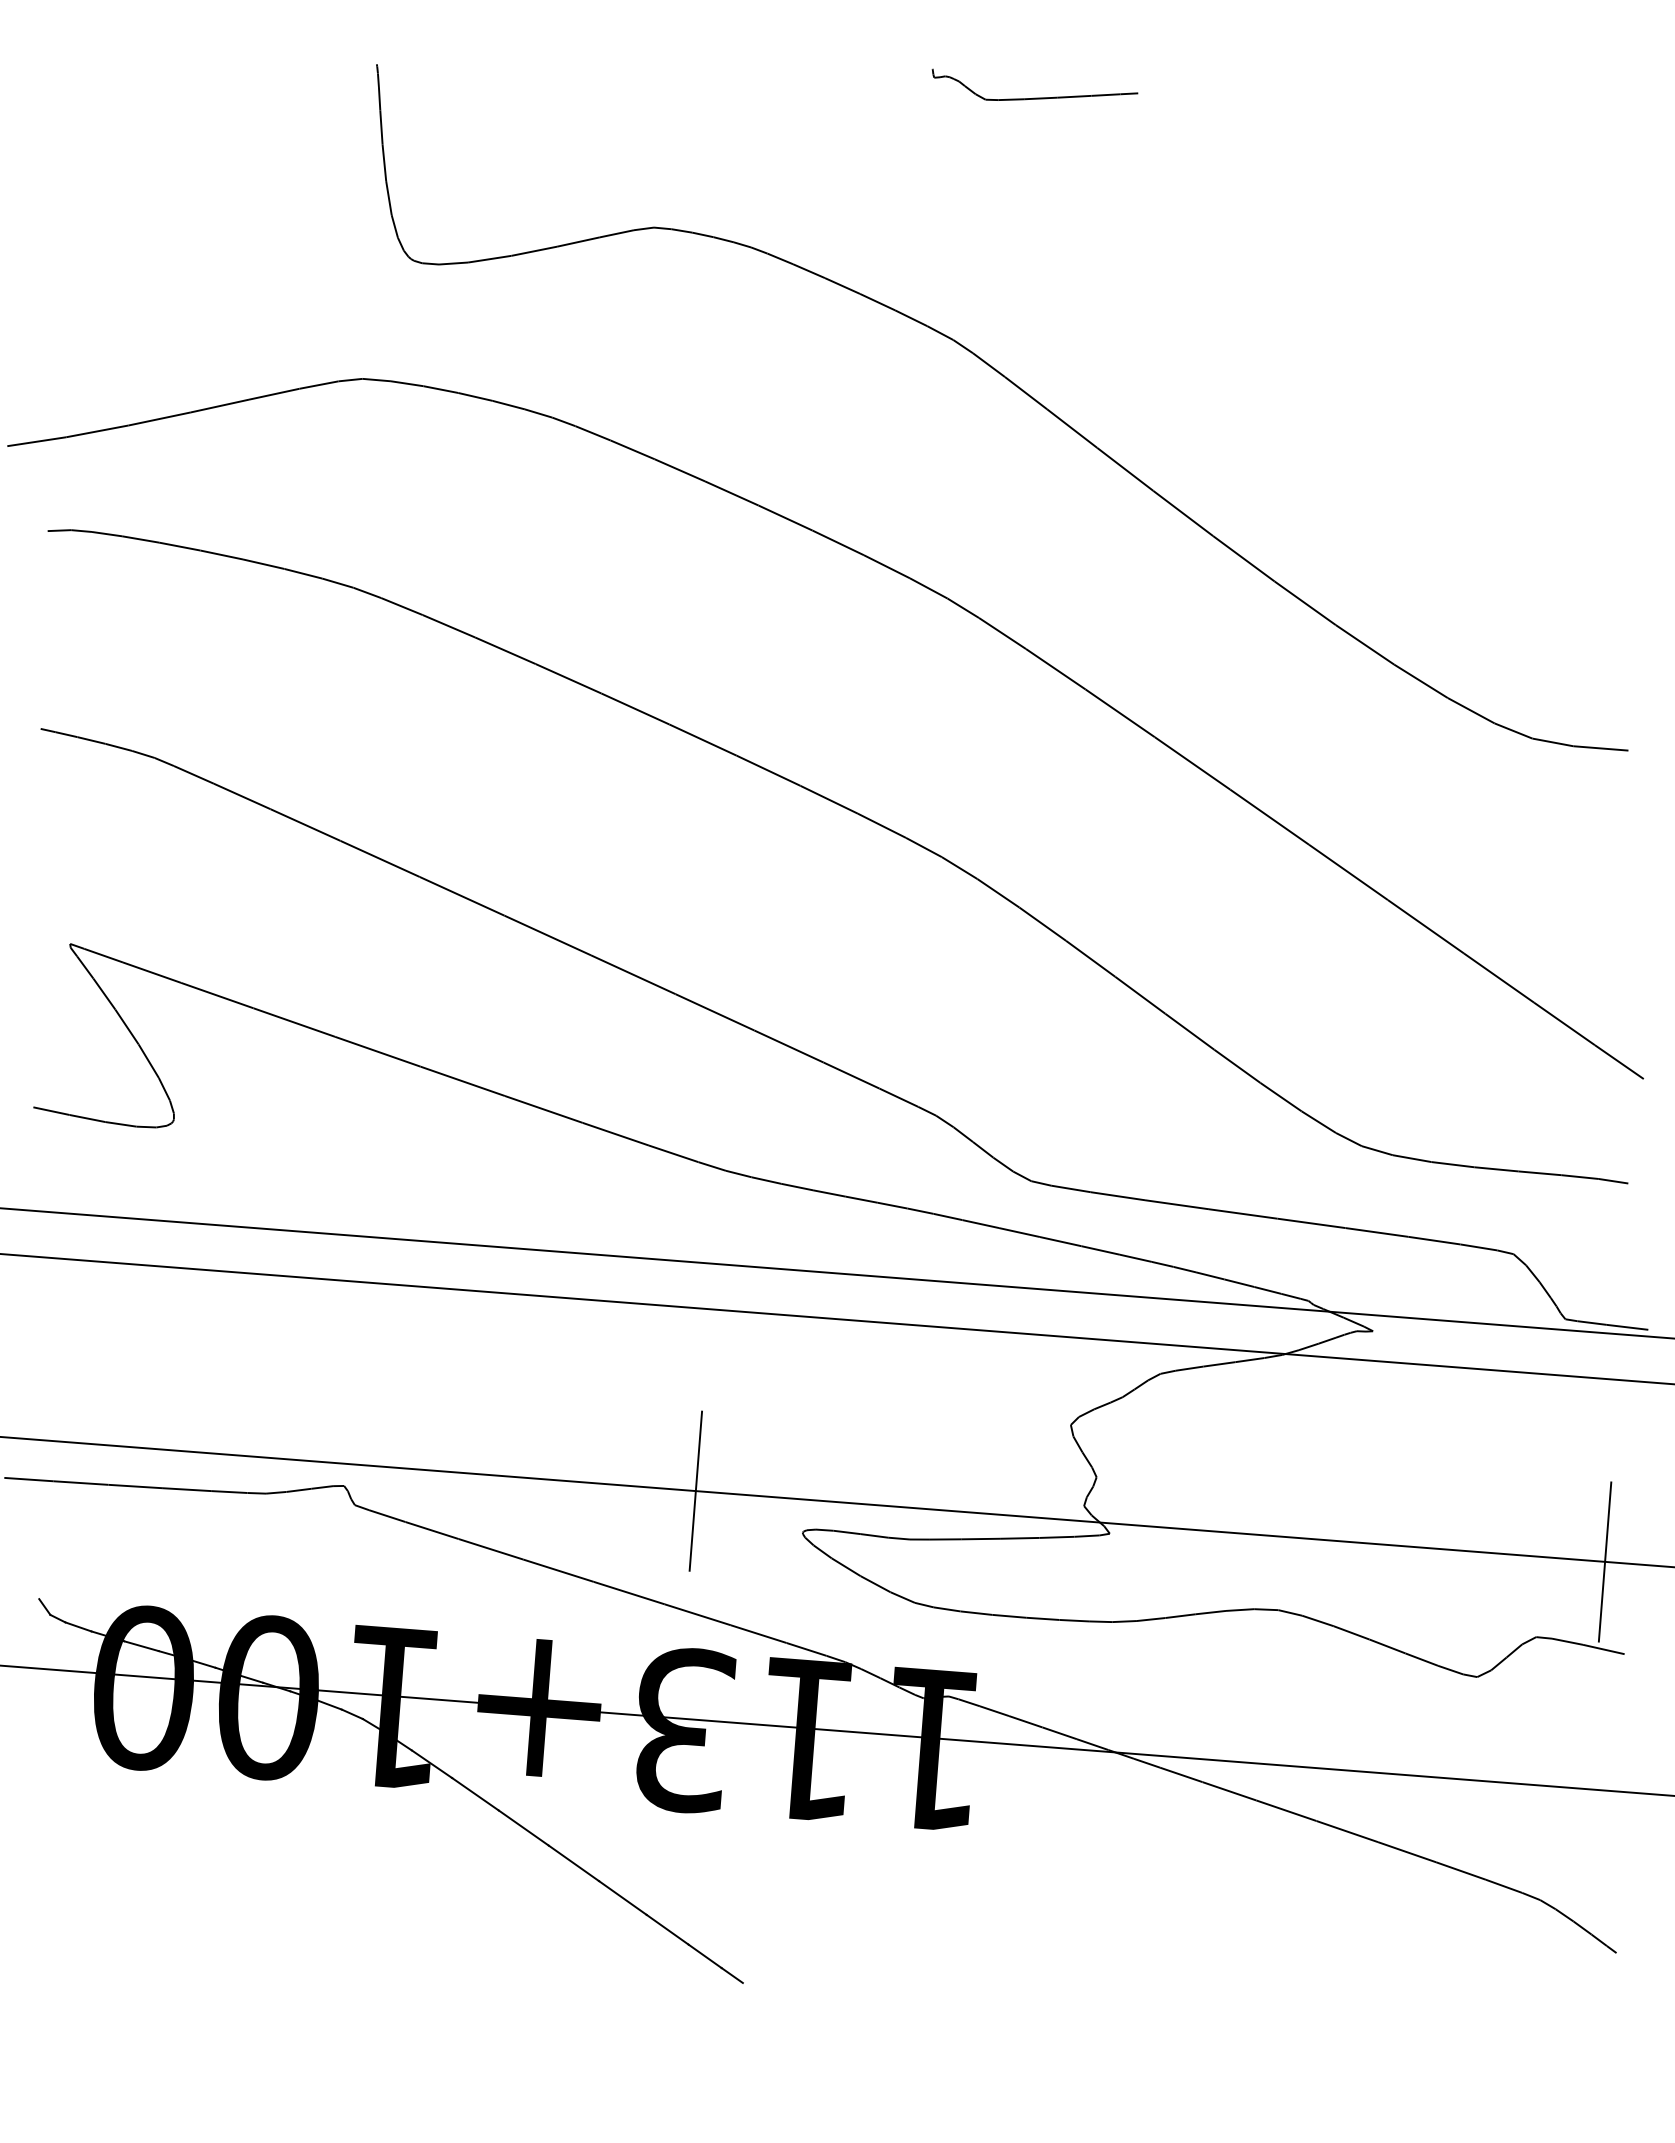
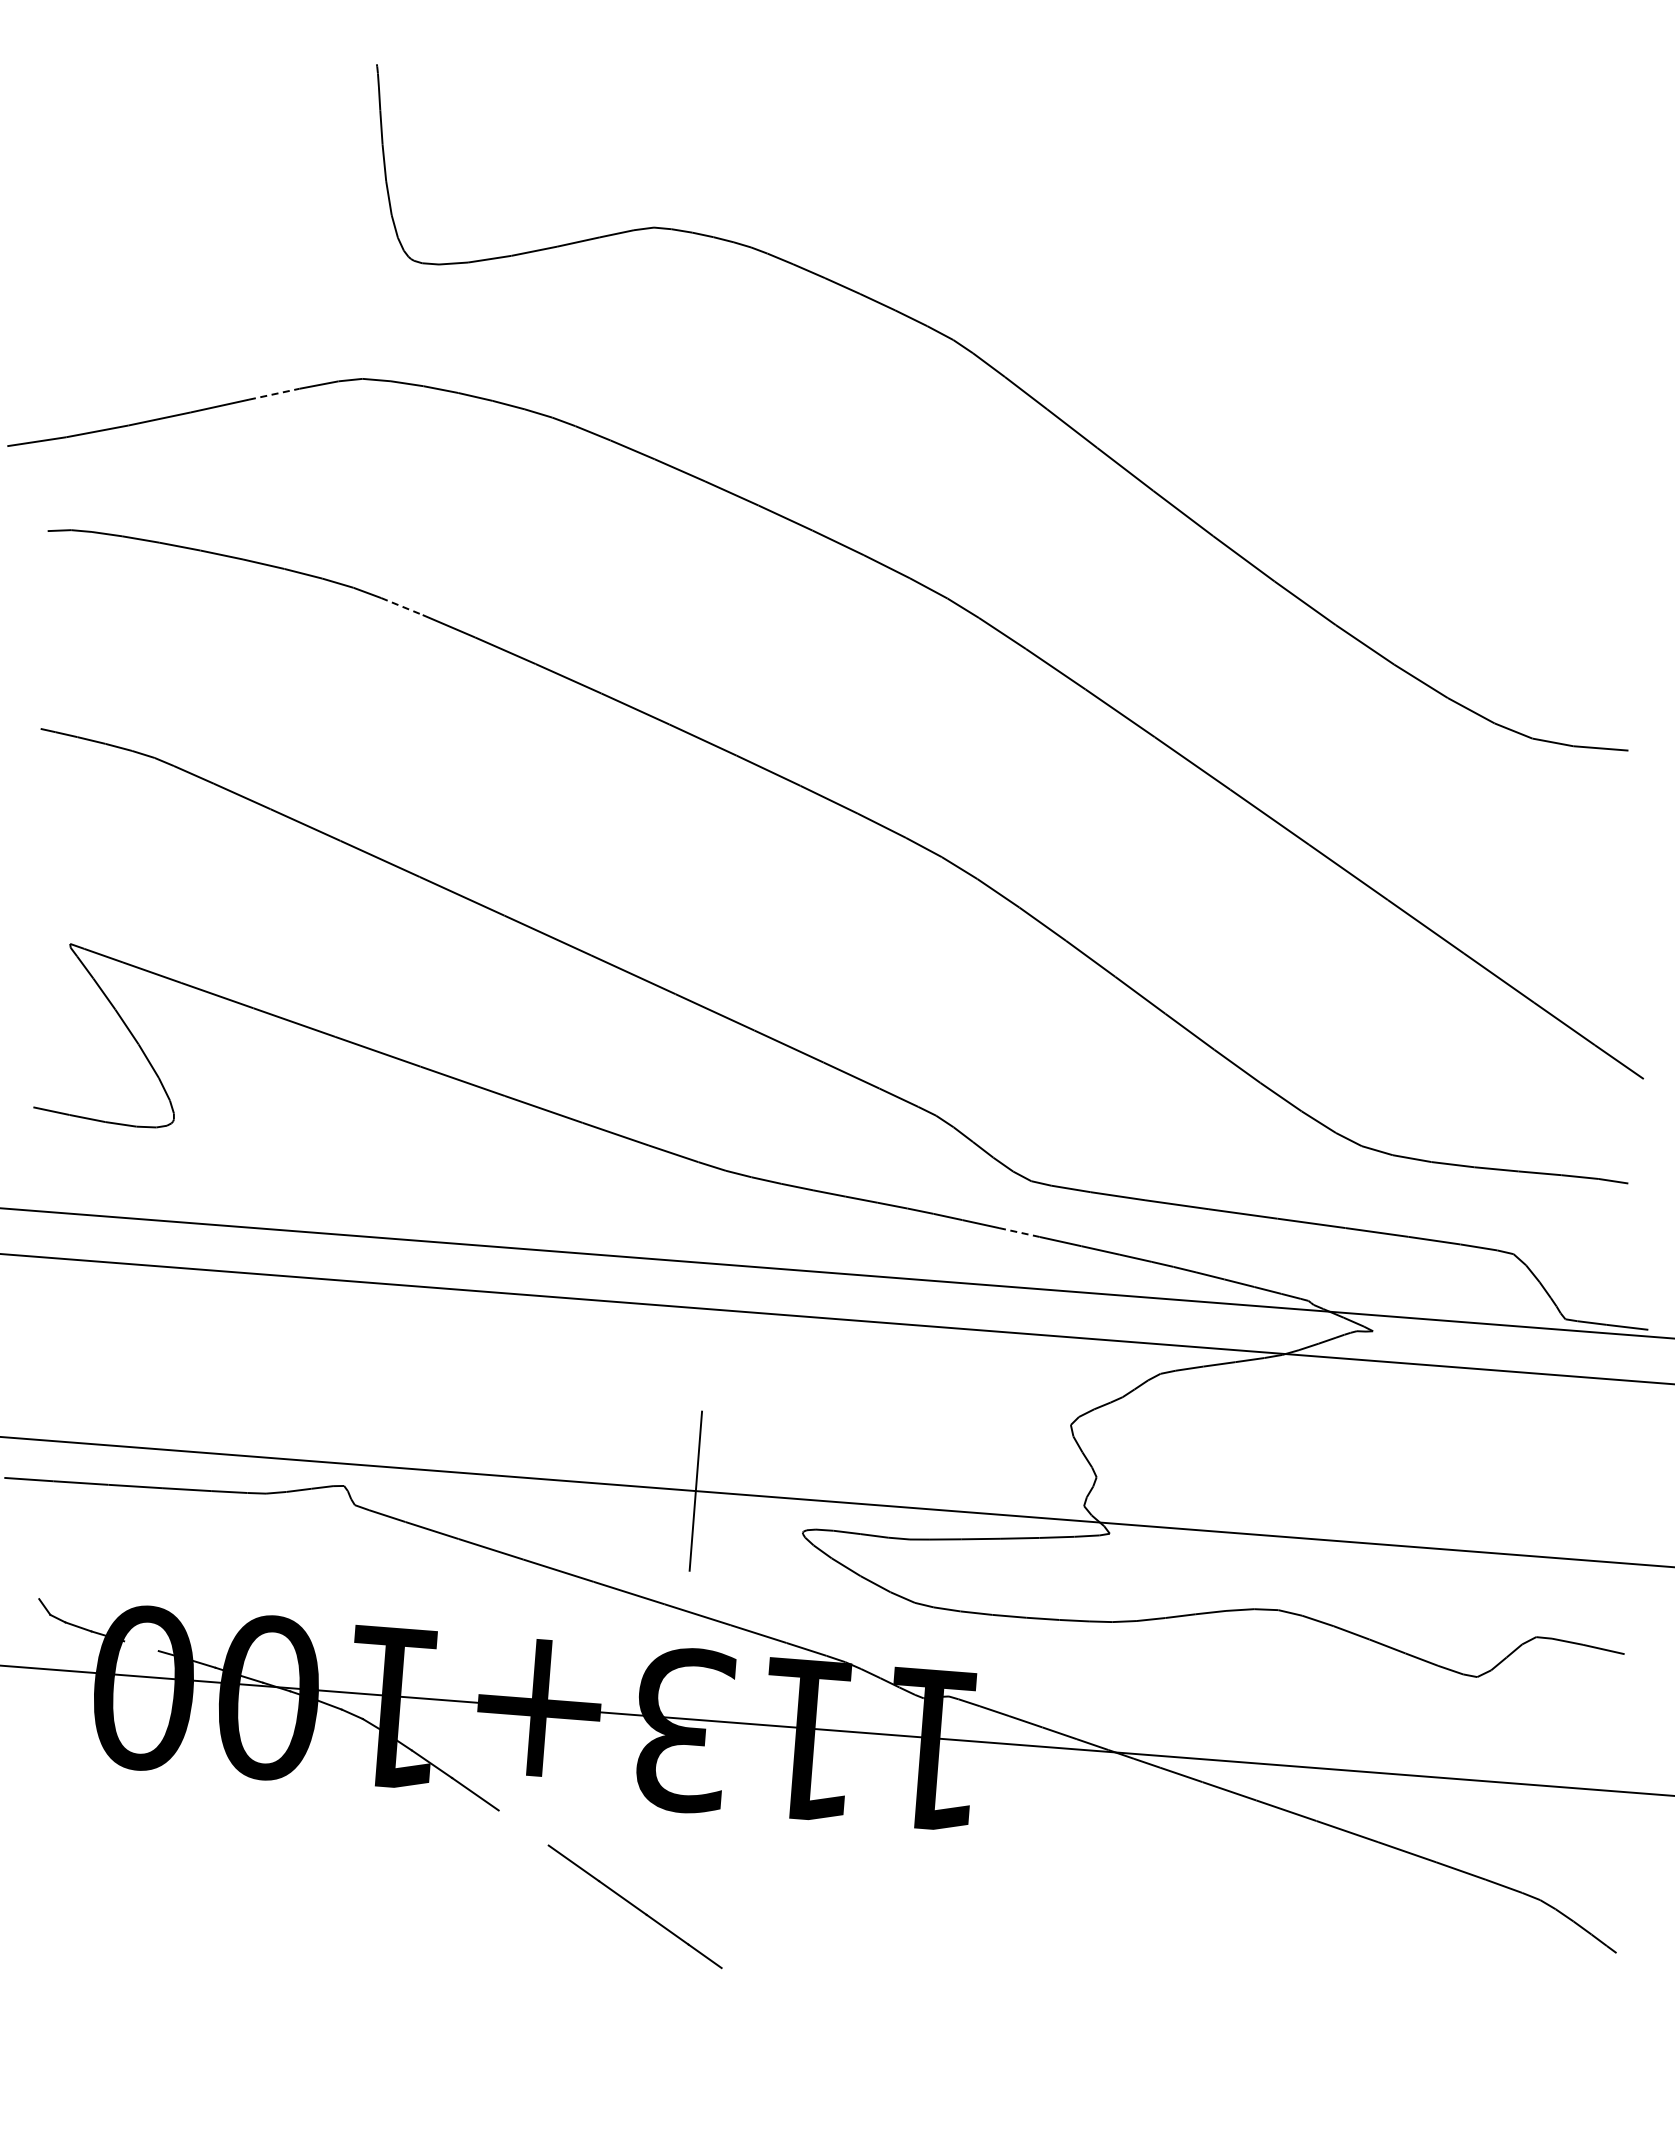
part at (1034, 97): present -> none
line at (274, 394): solid -> dashed
line at (402, 606): solid -> dashed
line at (1019, 1232): solid -> dashed
line at (1604, 1561): present -> none
line at (141, 1646): present -> none
line at (523, 1827): present -> none
line at (731, 1975): present -> none
